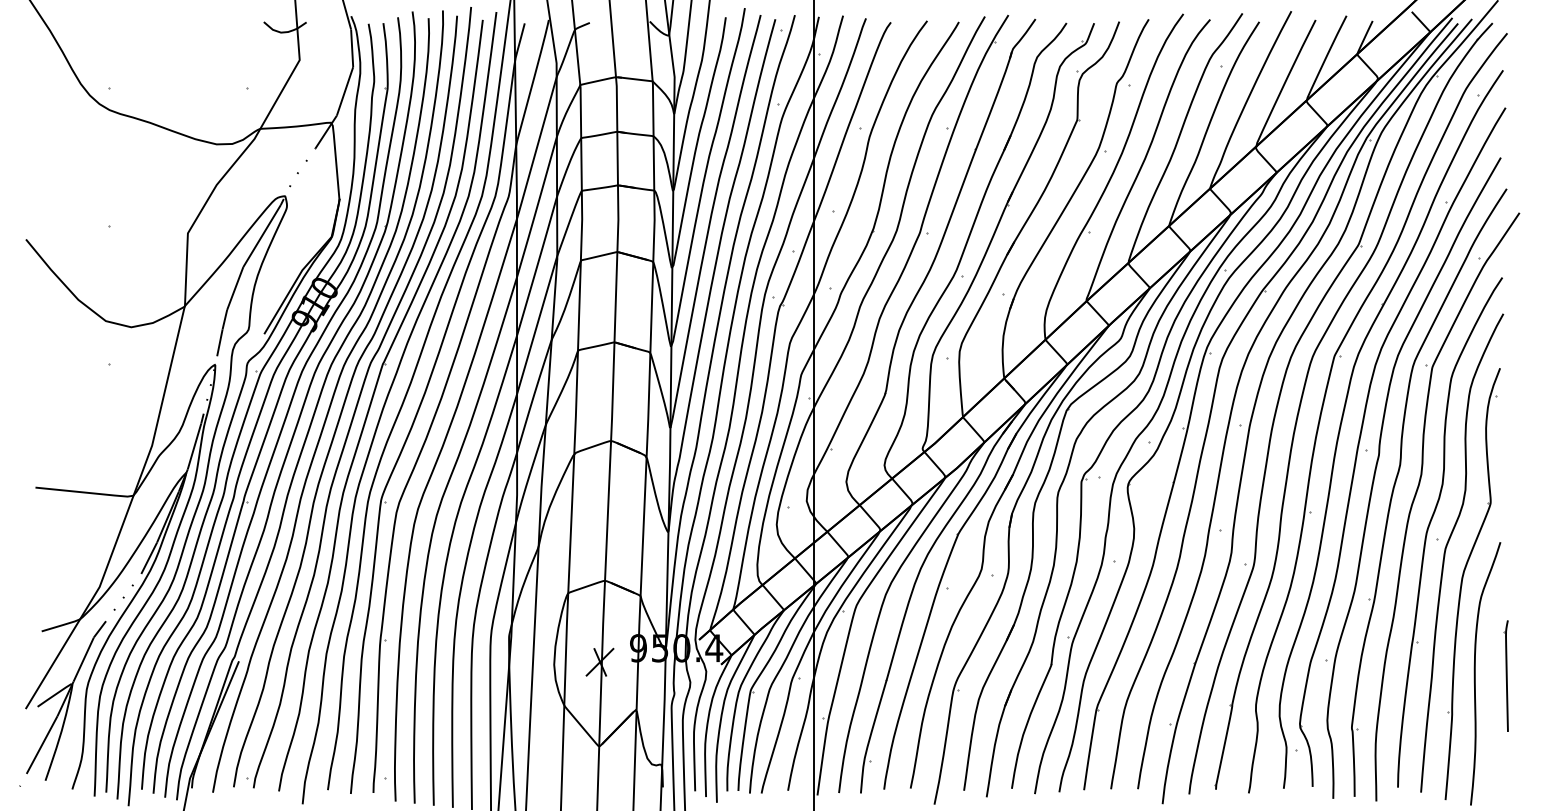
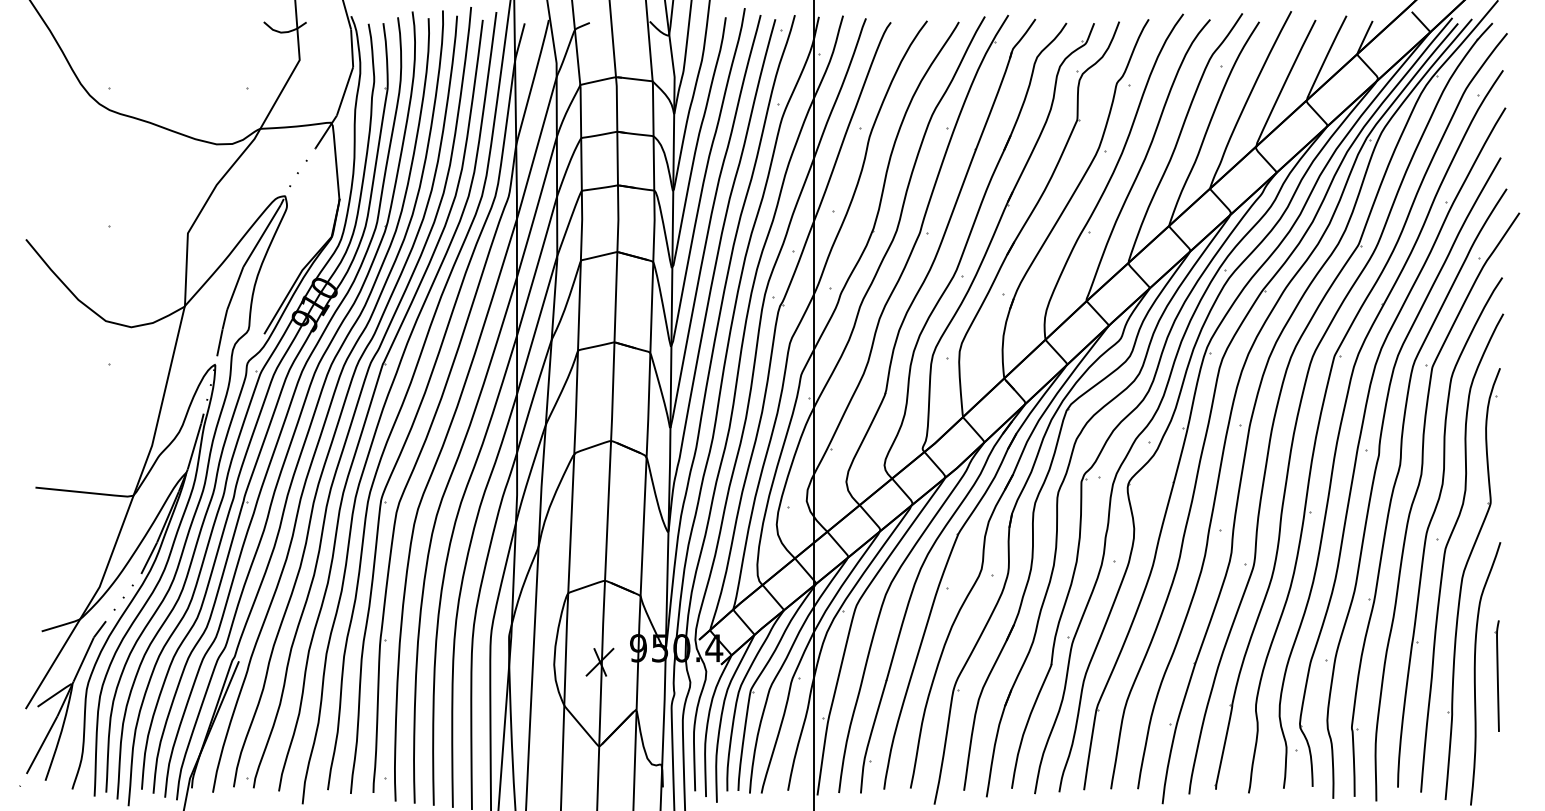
part at (1505, 675) position: (1505, 675) -> (1496, 675)
